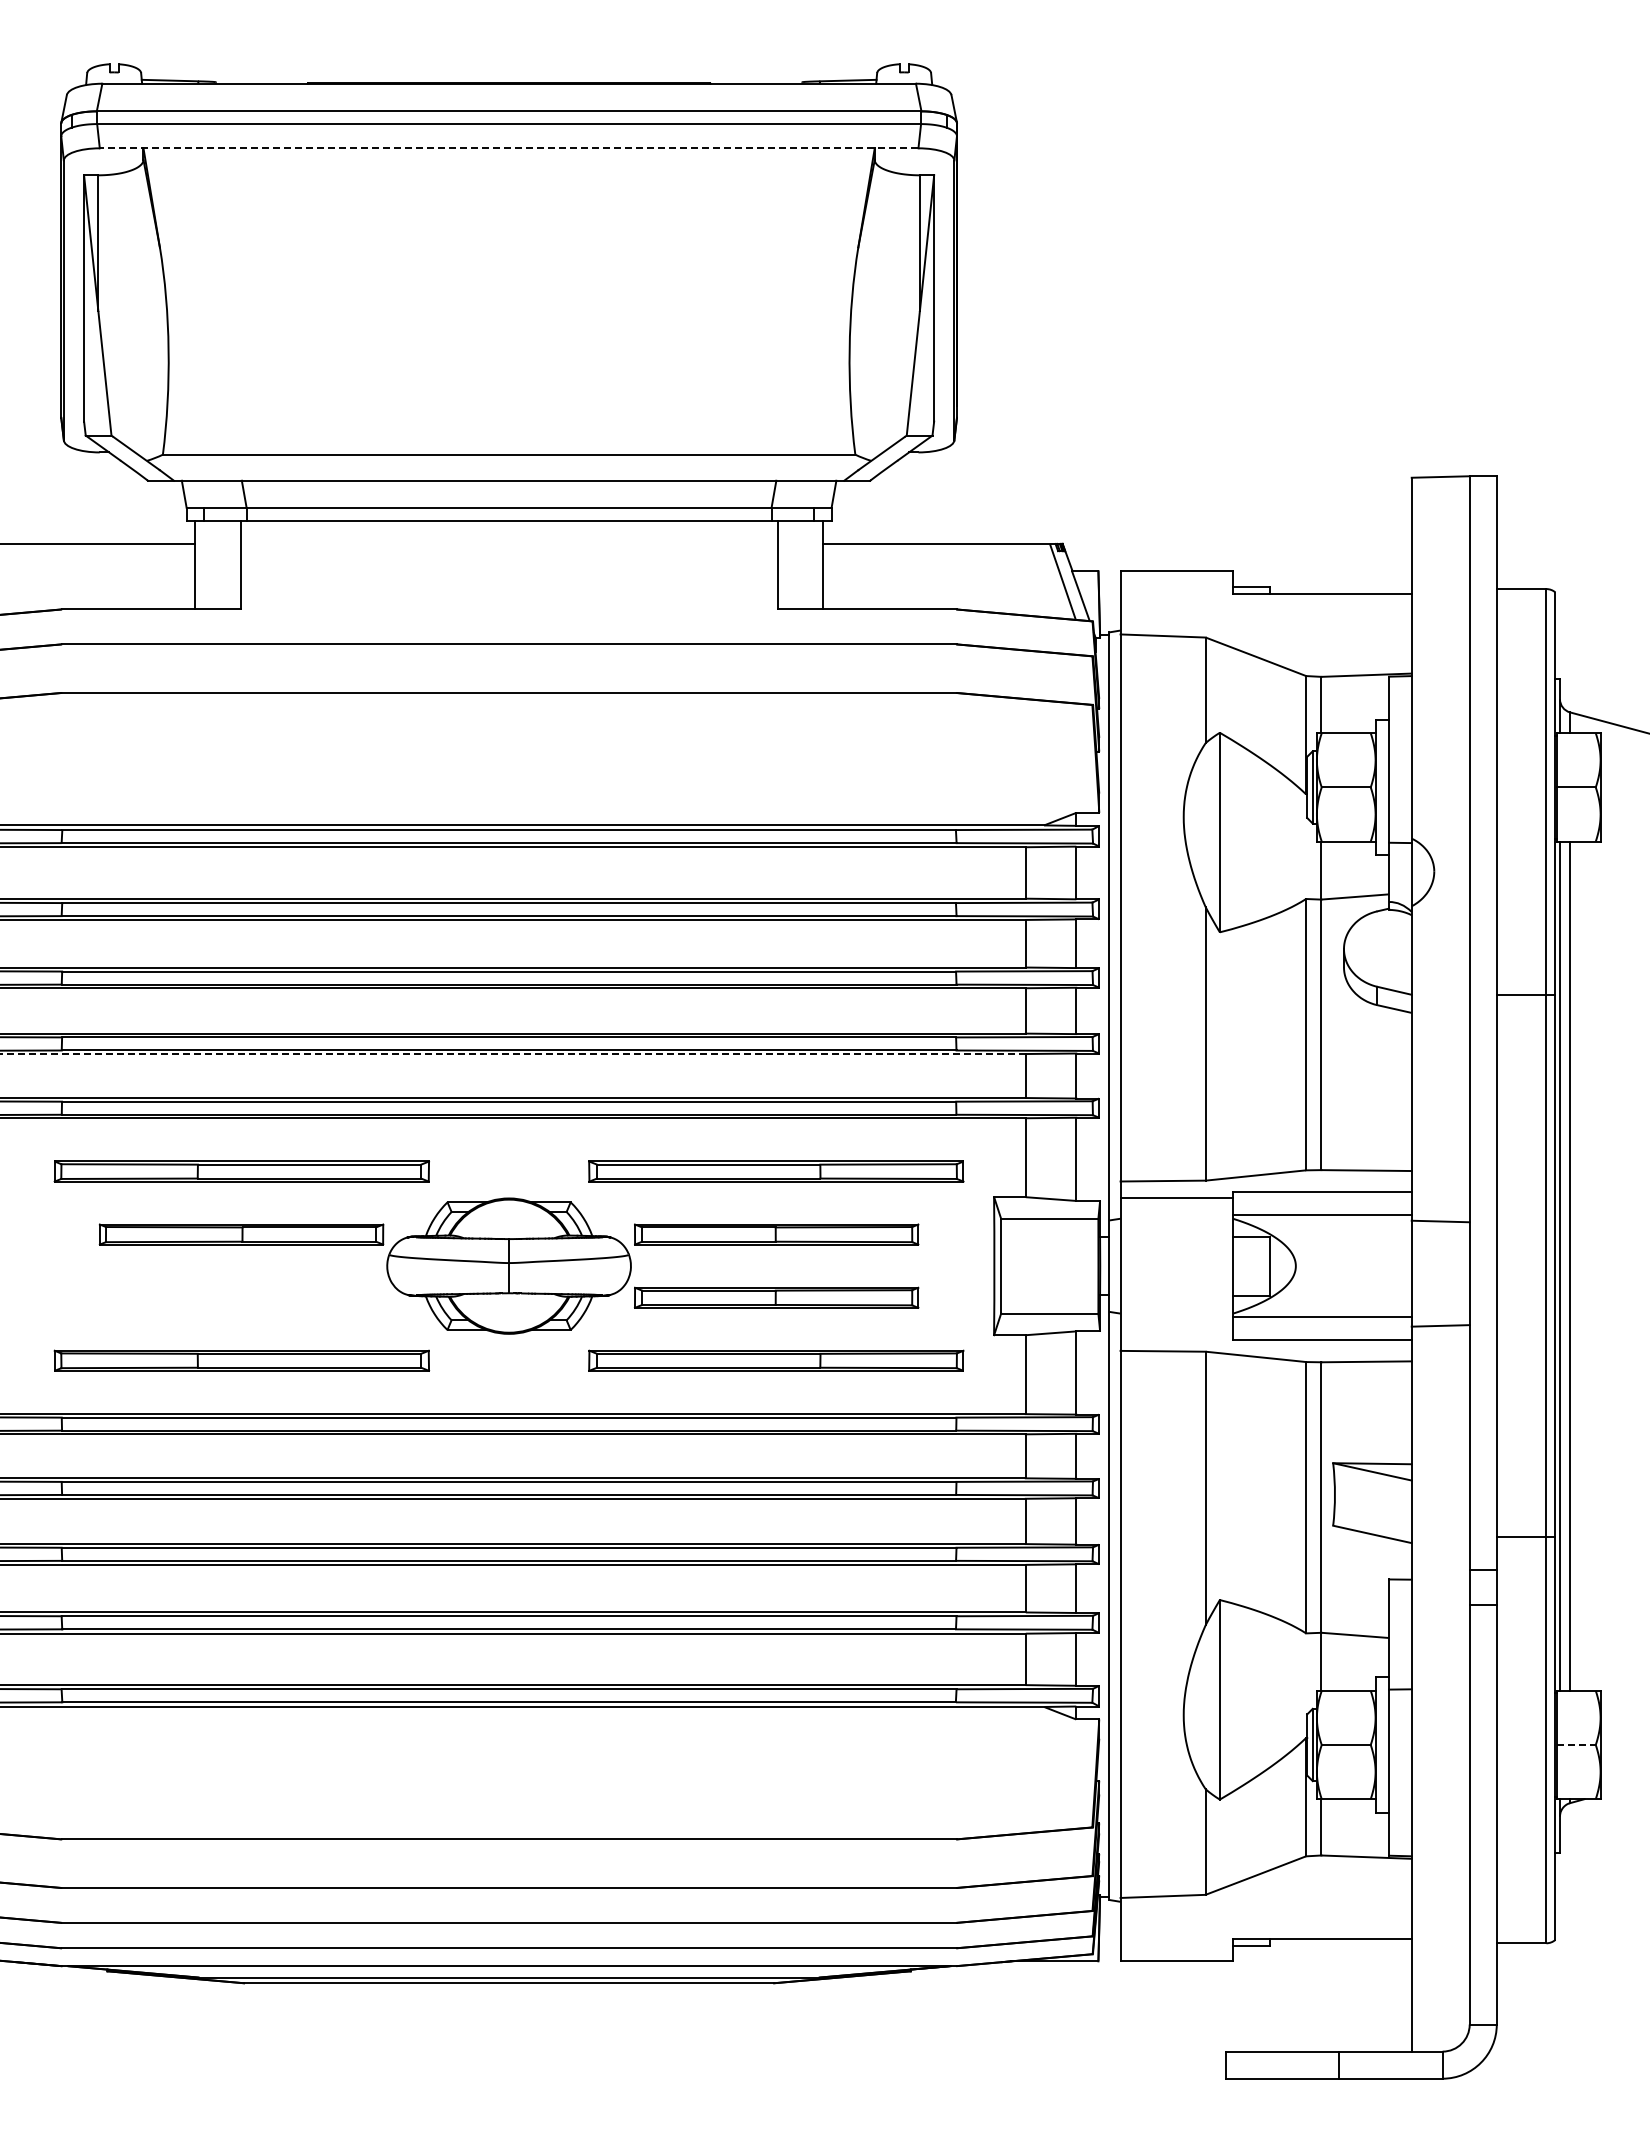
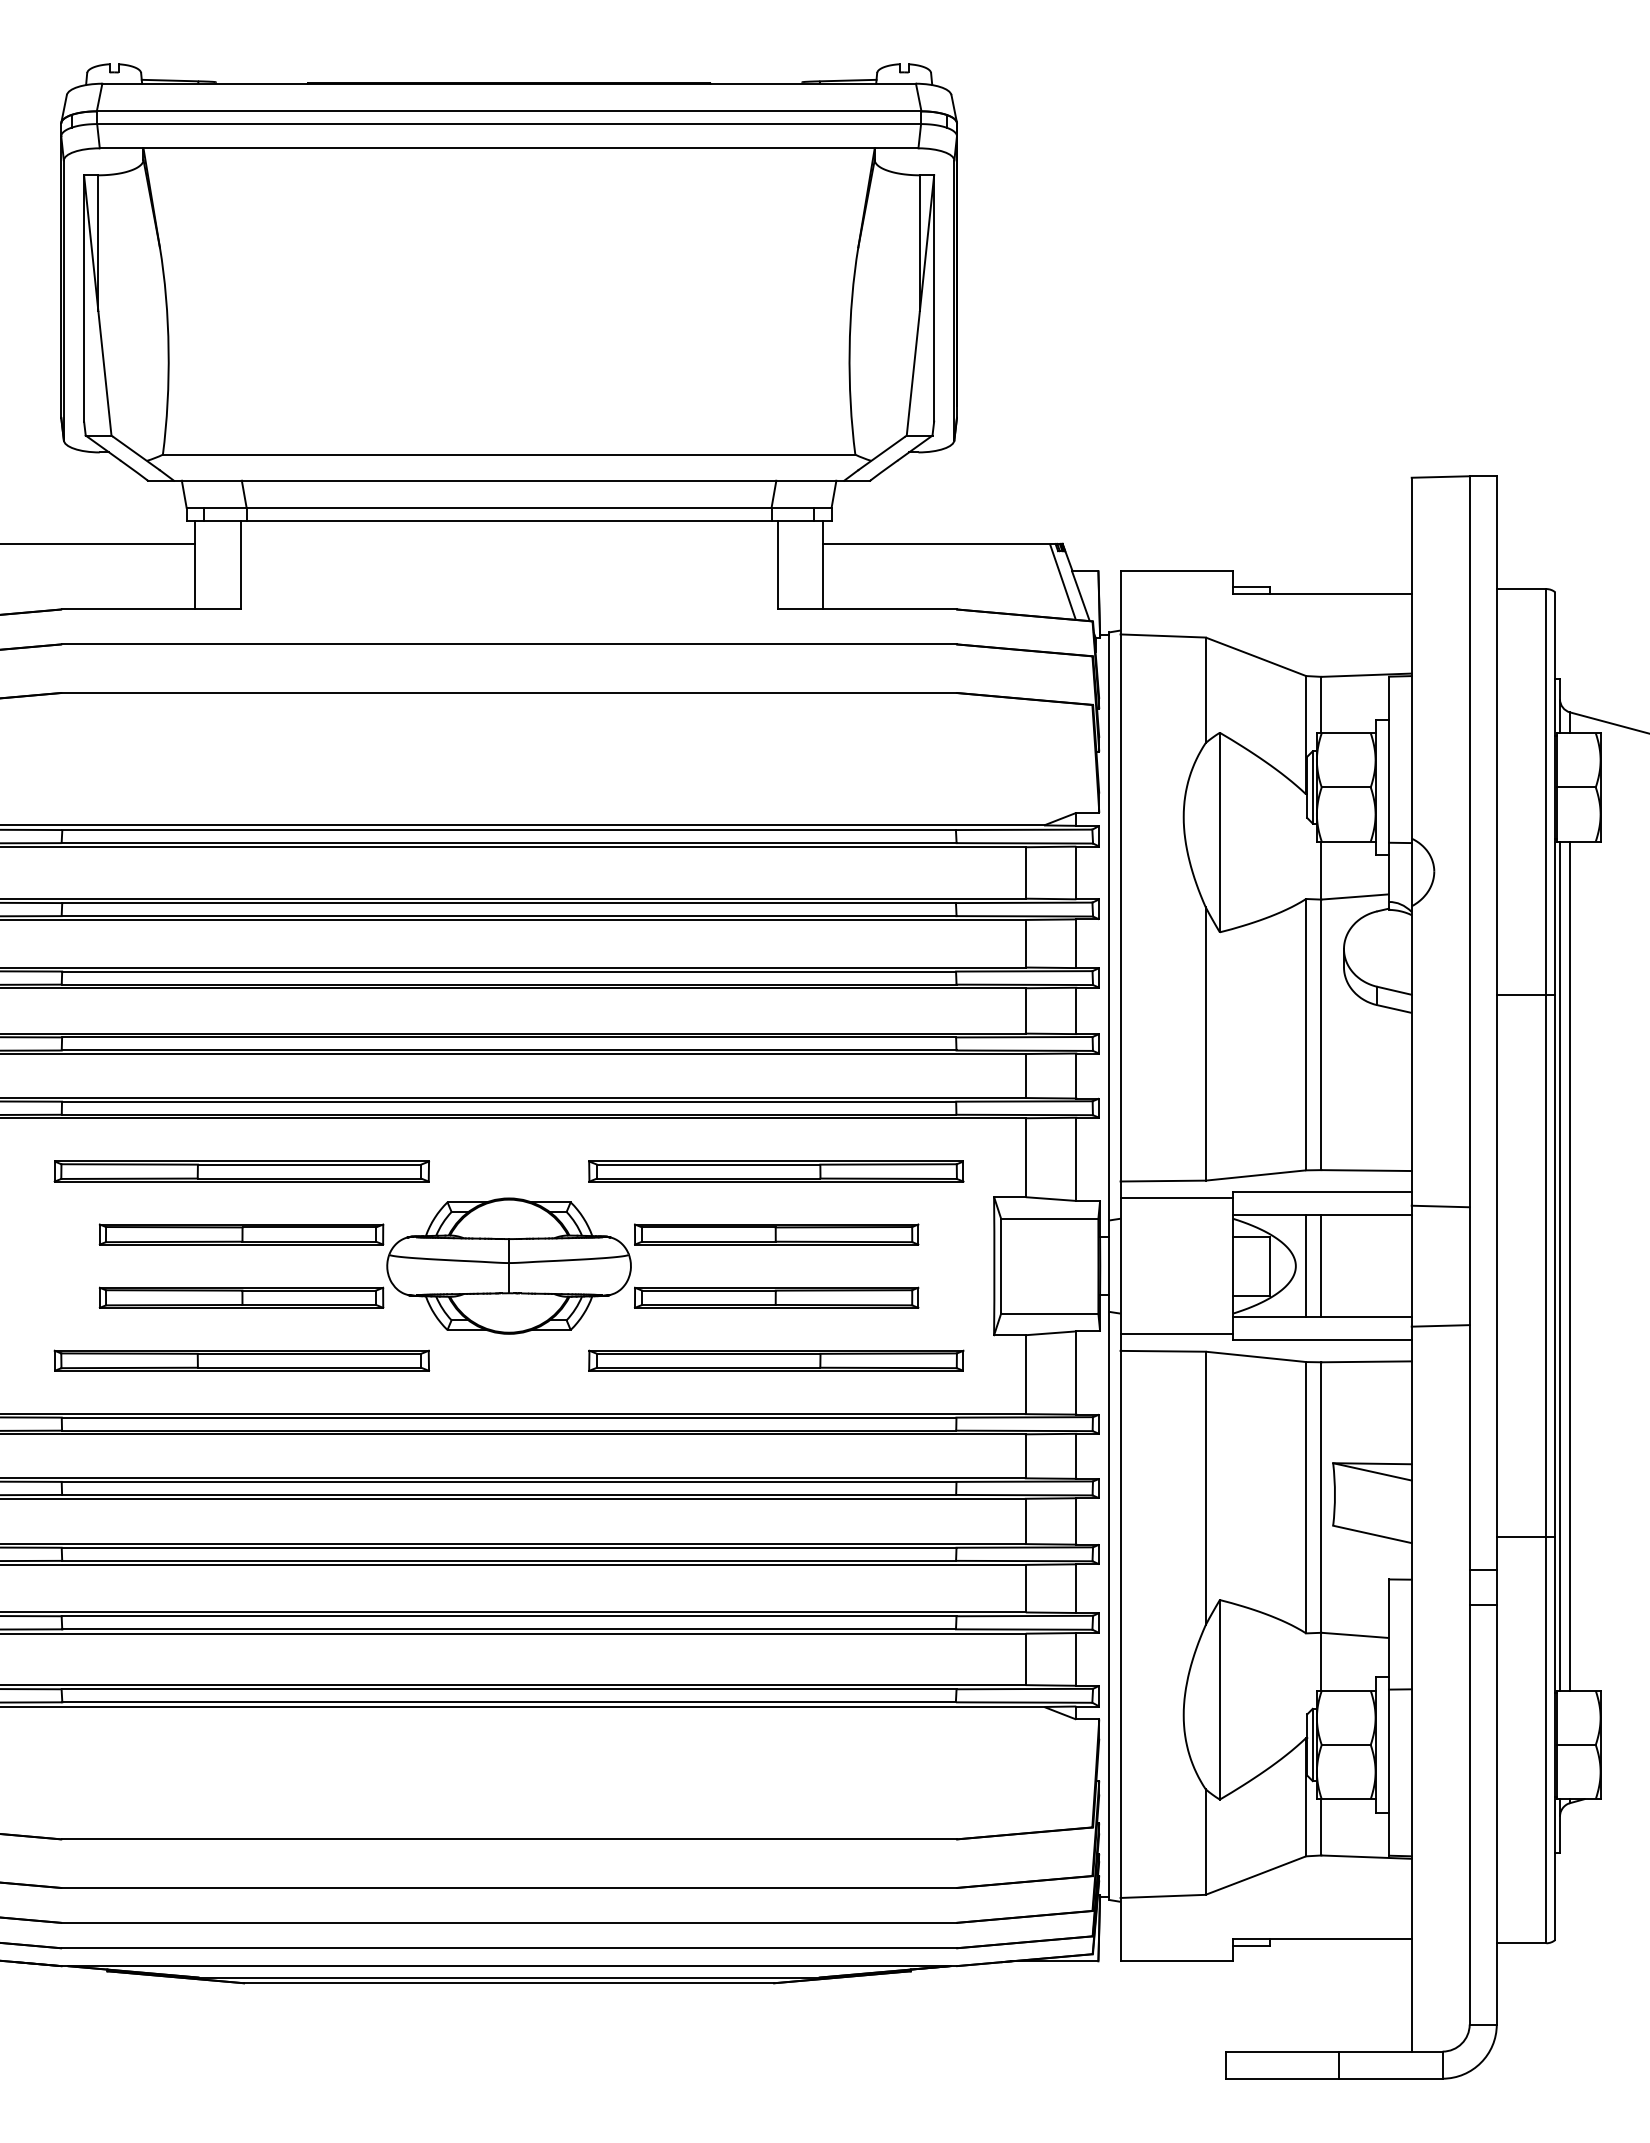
line at (508, 148): dashed -> solid
line at (513, 1054): dashed -> solid
line at (1440, 1221) position: (1440, 1221) -> (1440, 1206)
line at (1306, 1265): none -> present
line at (1321, 1265): none -> present
part at (241, 1297): none -> present
line at (1176, 1333): none -> present
line at (1577, 1744): dashed -> solid
